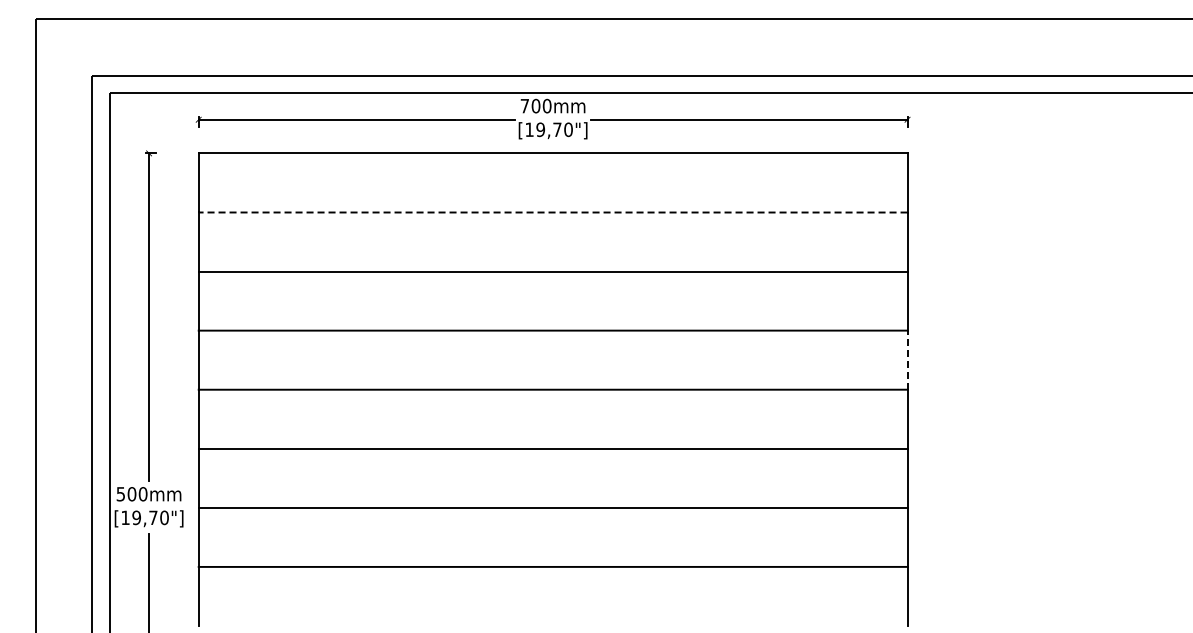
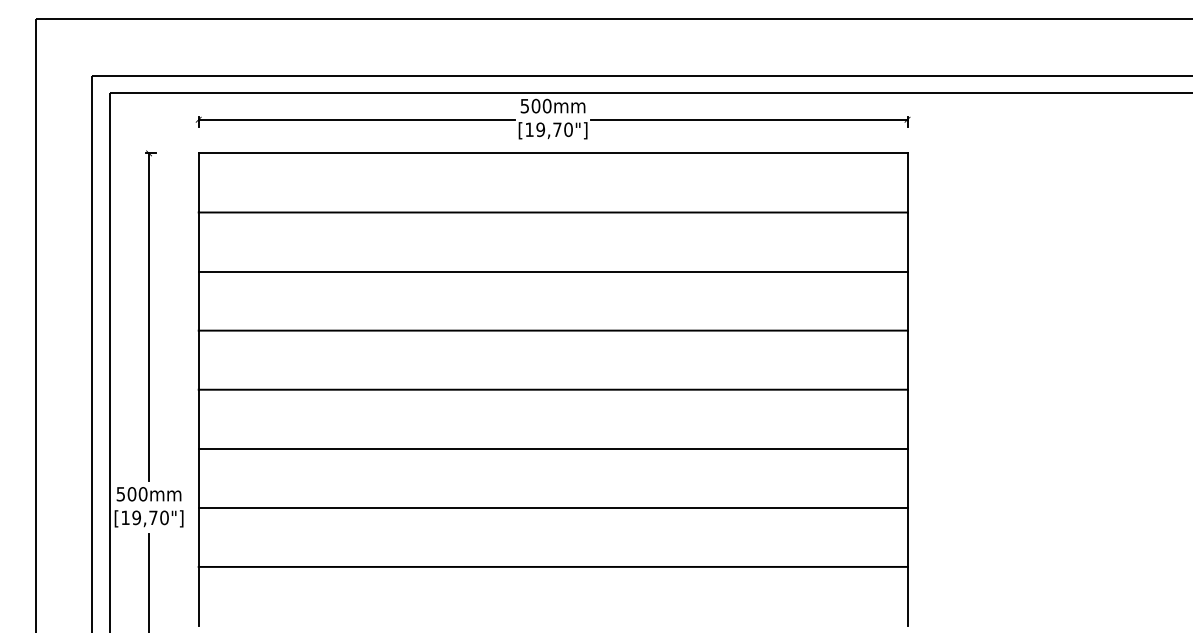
text at (524, 106): 700mm -> 500mm
line at (552, 212): dashed -> solid
line at (907, 360): dashed -> solid
